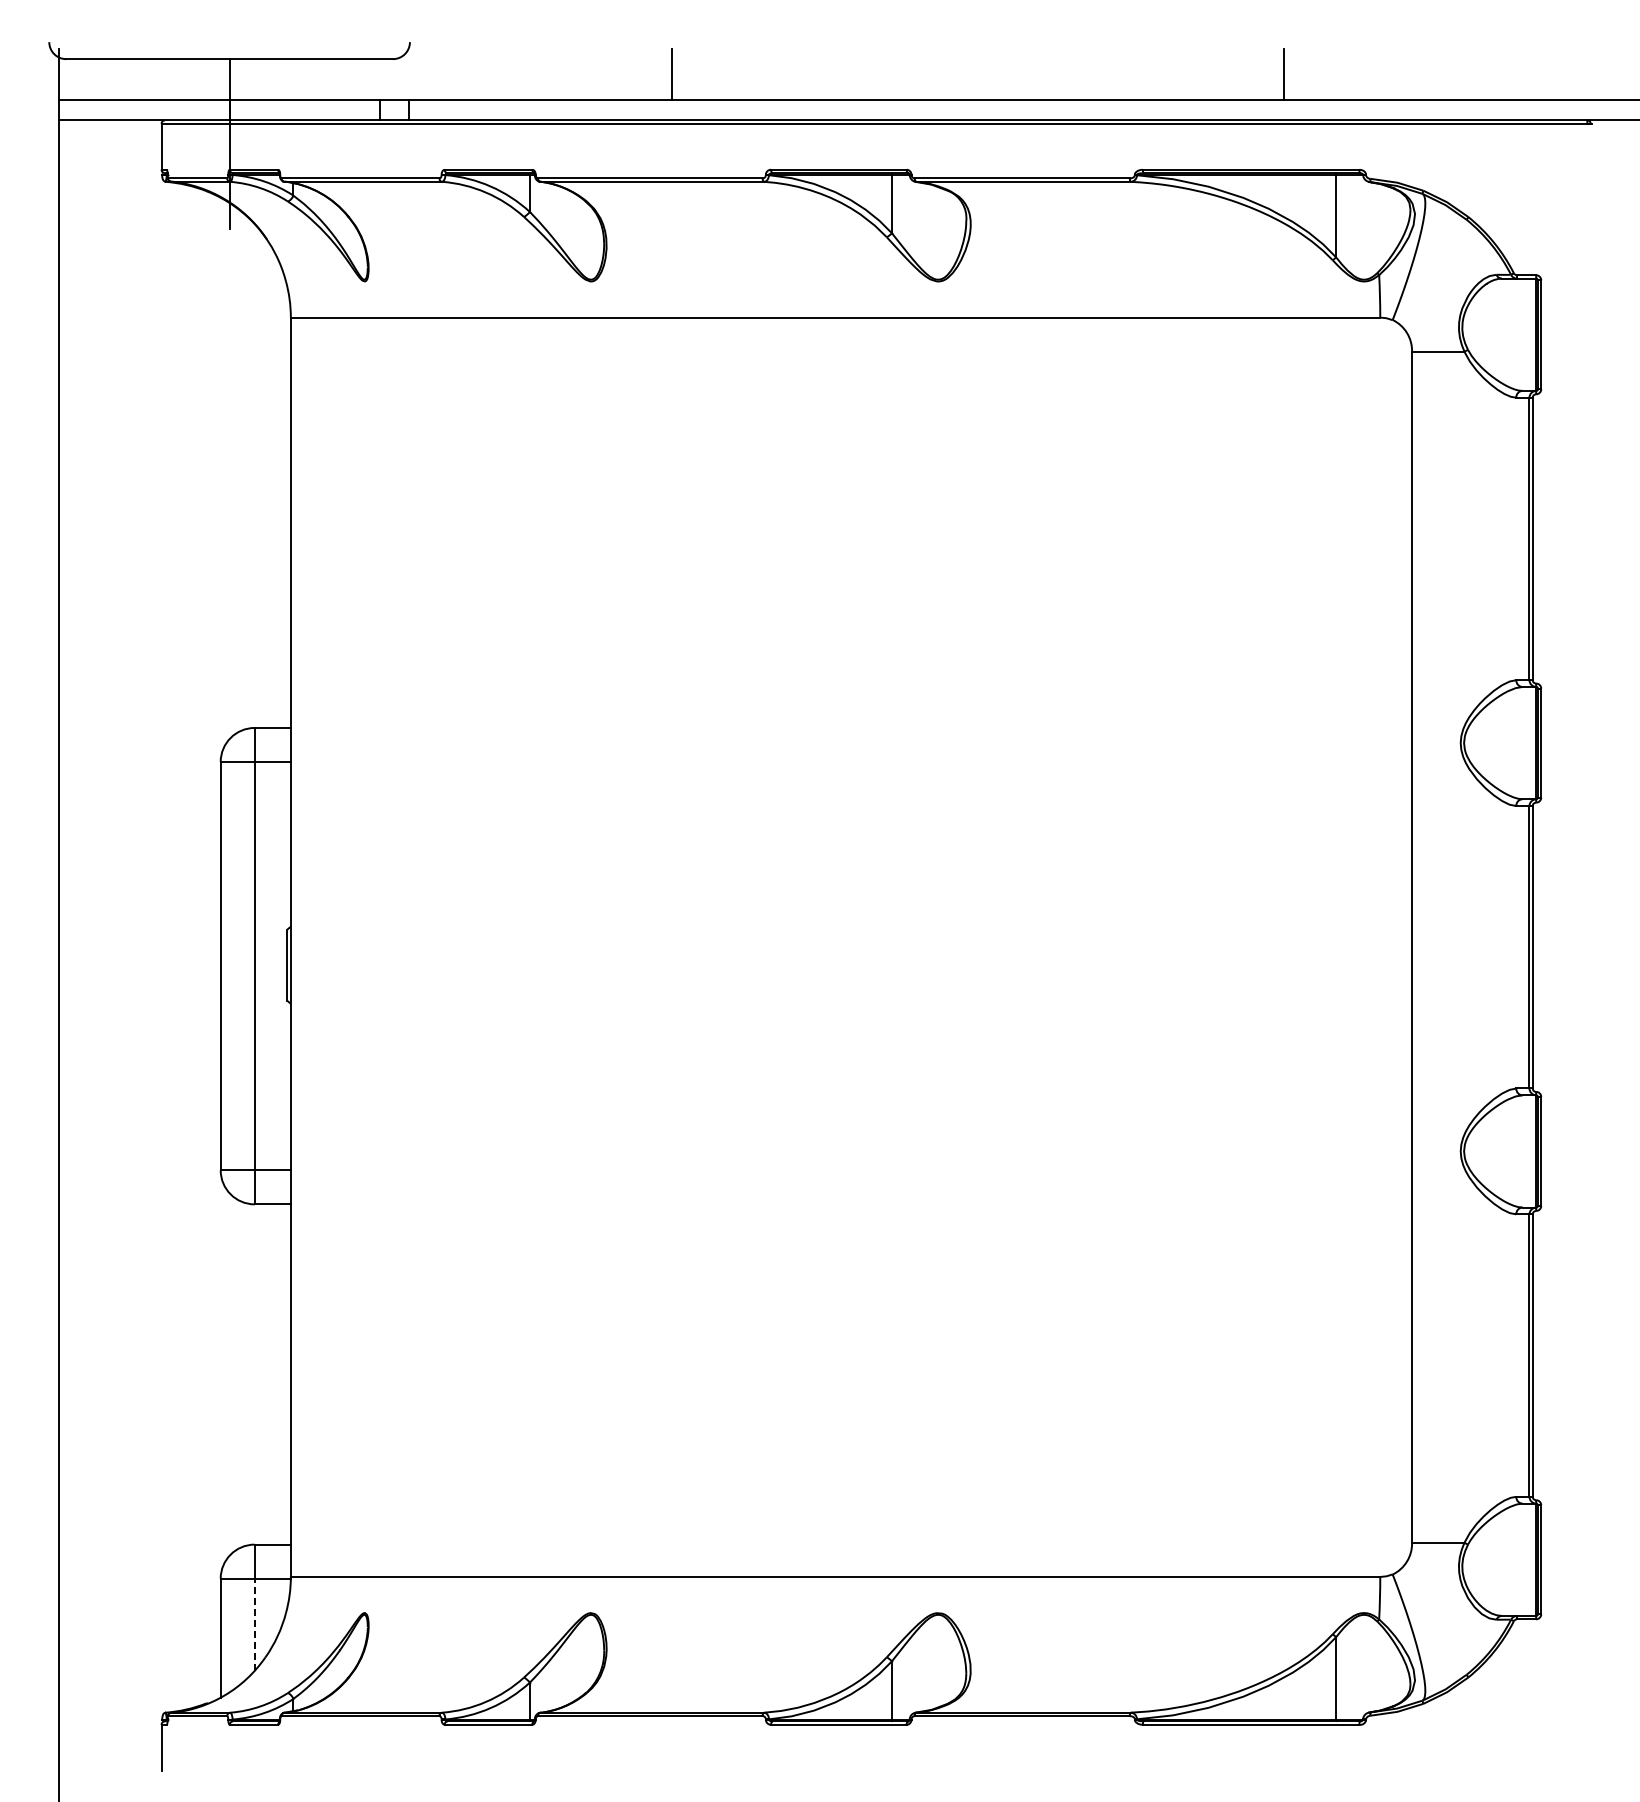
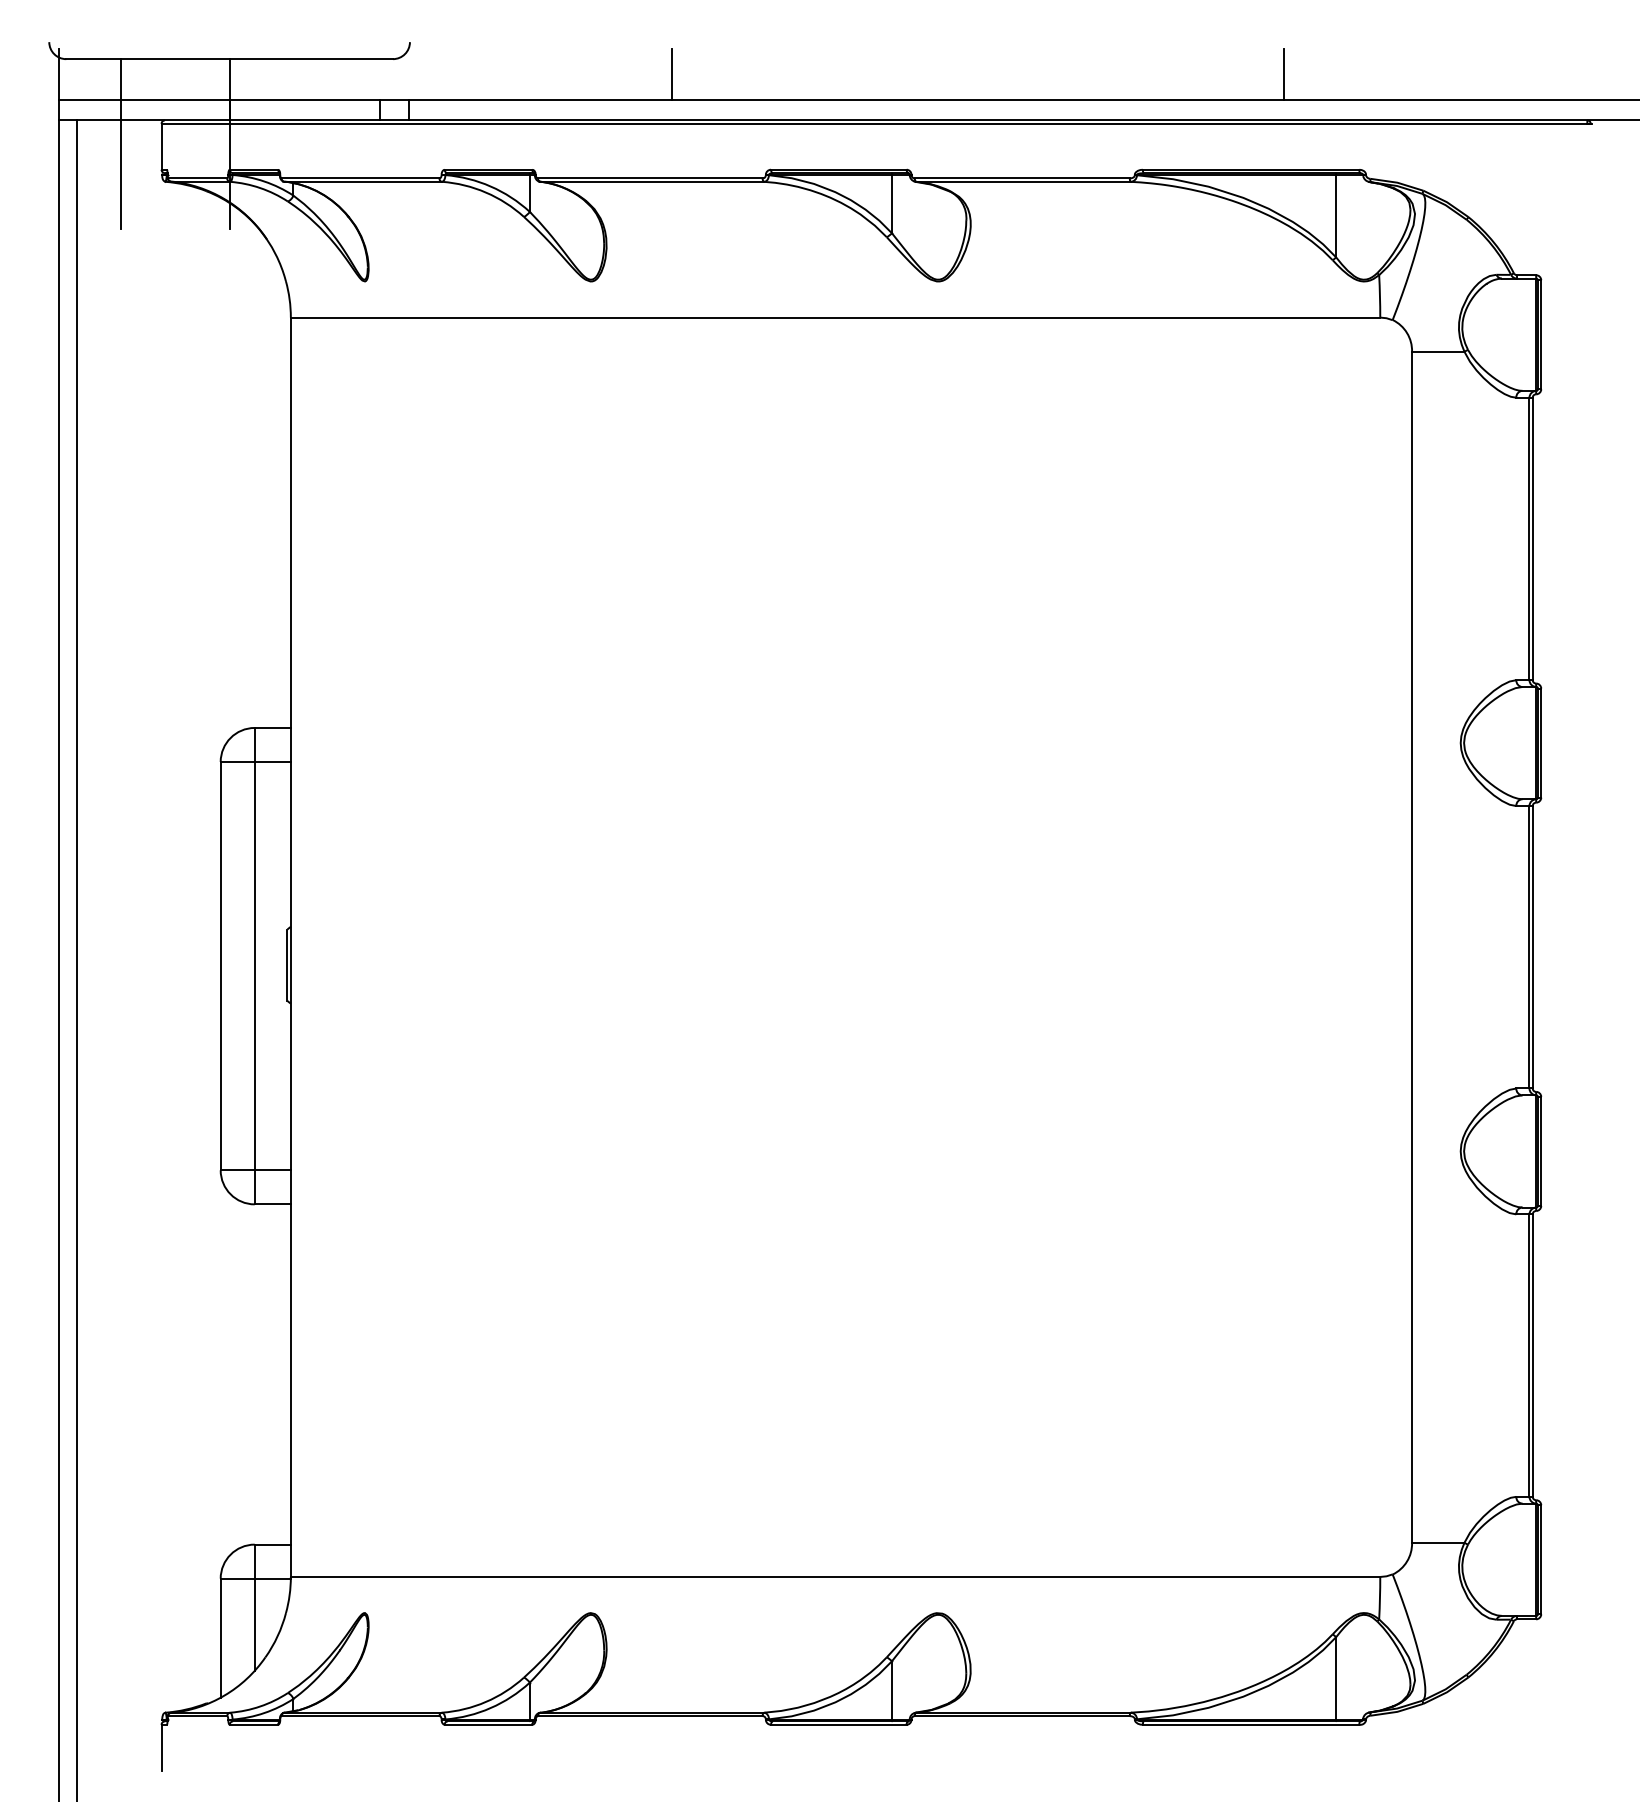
line at (120, 144): none -> present
line at (76, 959): none -> present
line at (254, 1624): dashed -> solid
